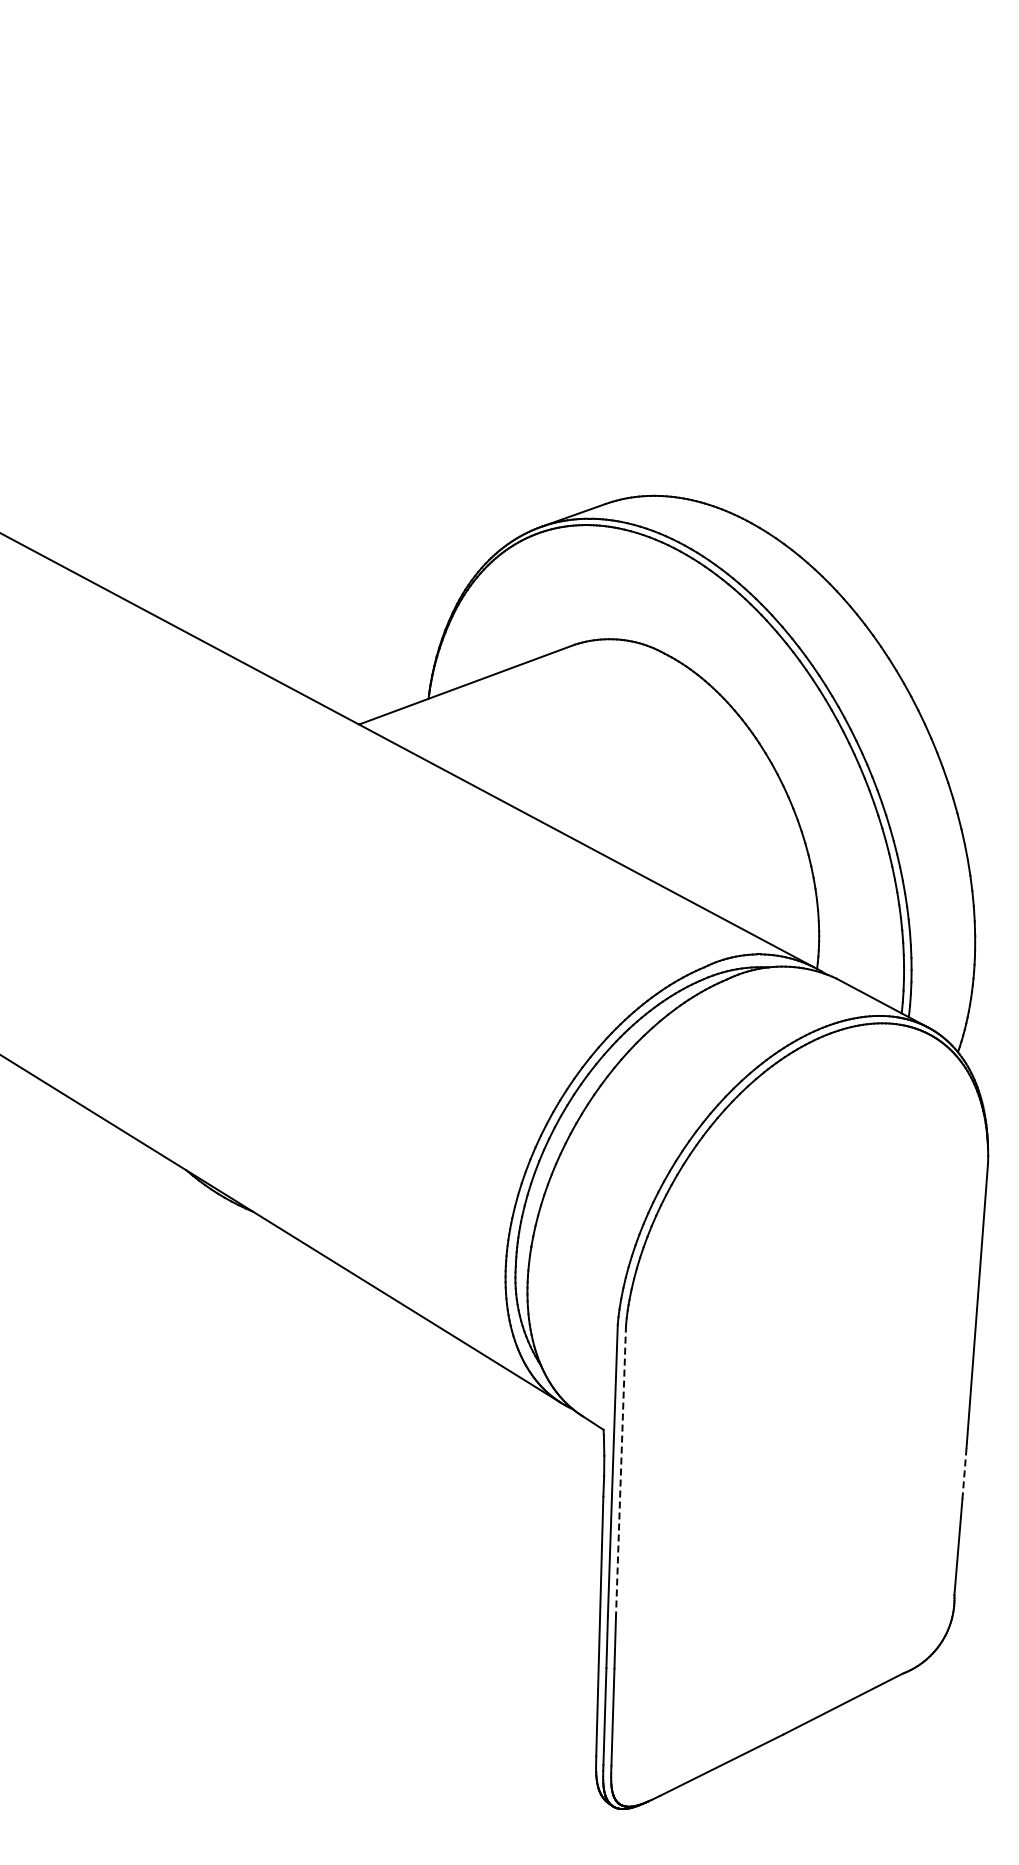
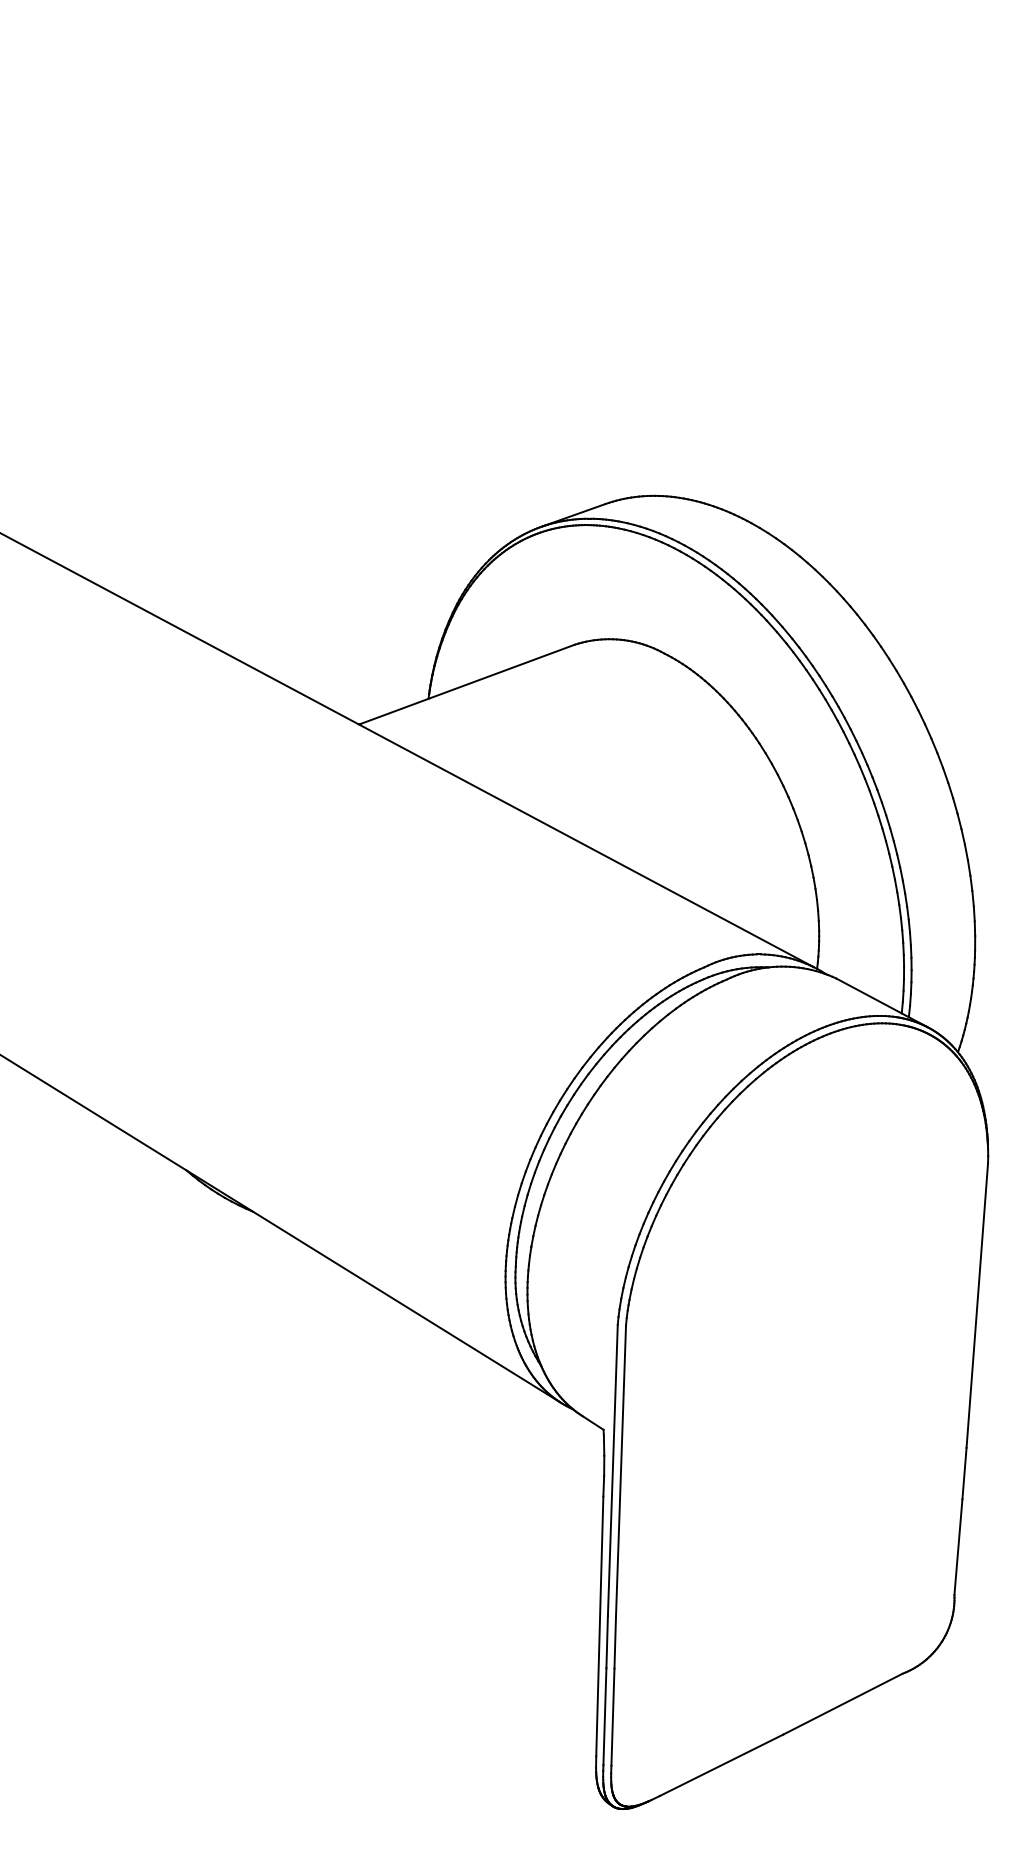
line at (621, 1471): dashed -> solid
line at (964, 1473): dashed -> solid
